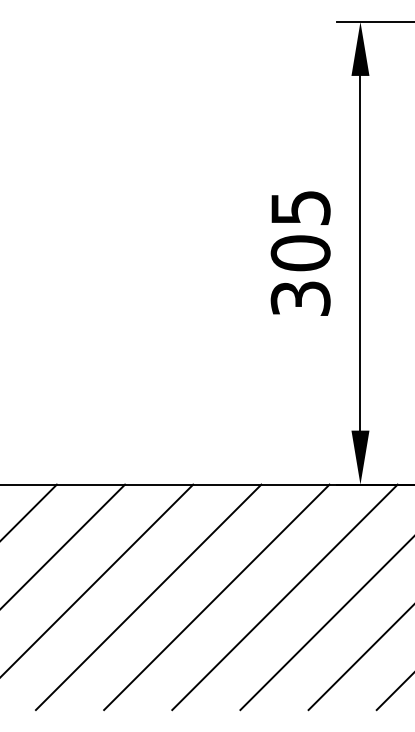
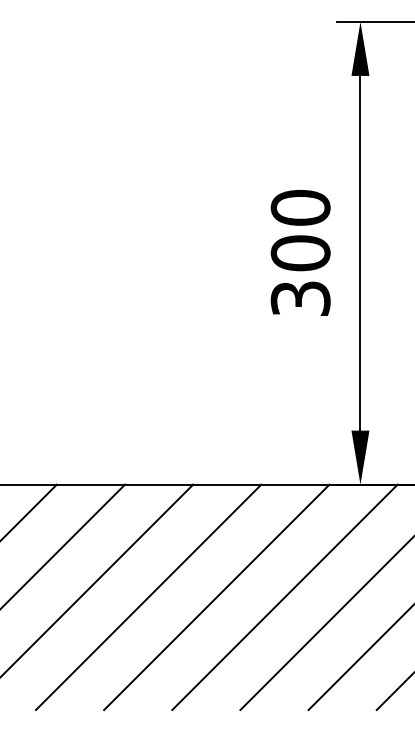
text at (300, 207): 305 -> 300
